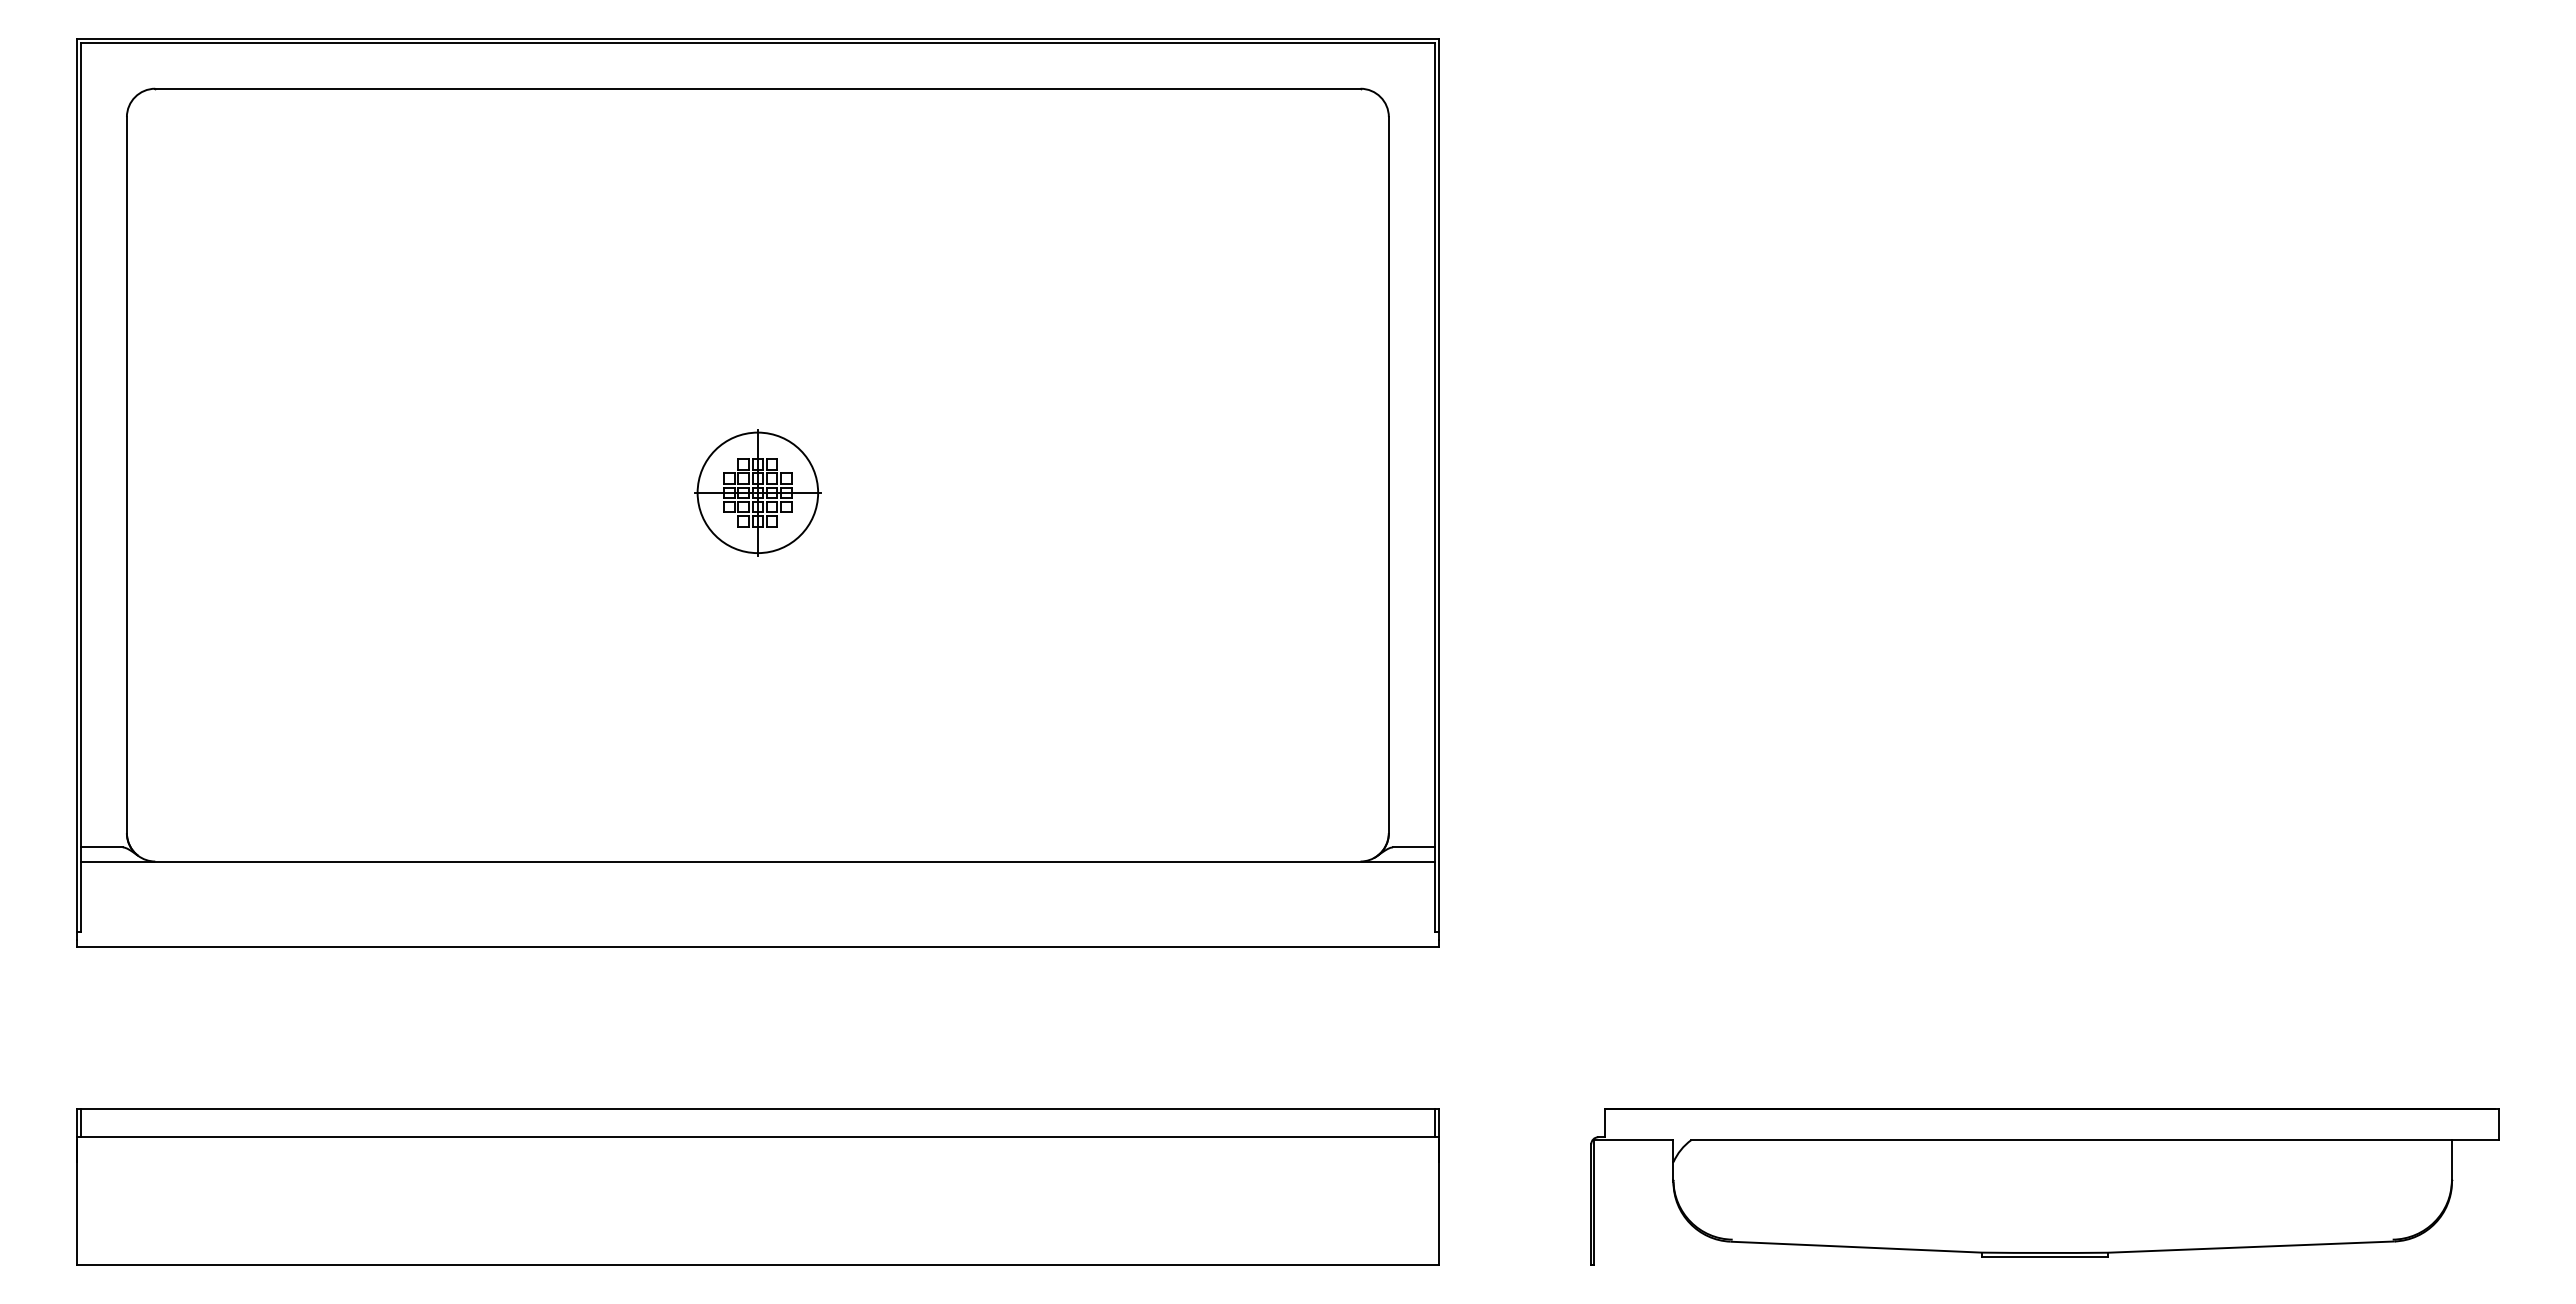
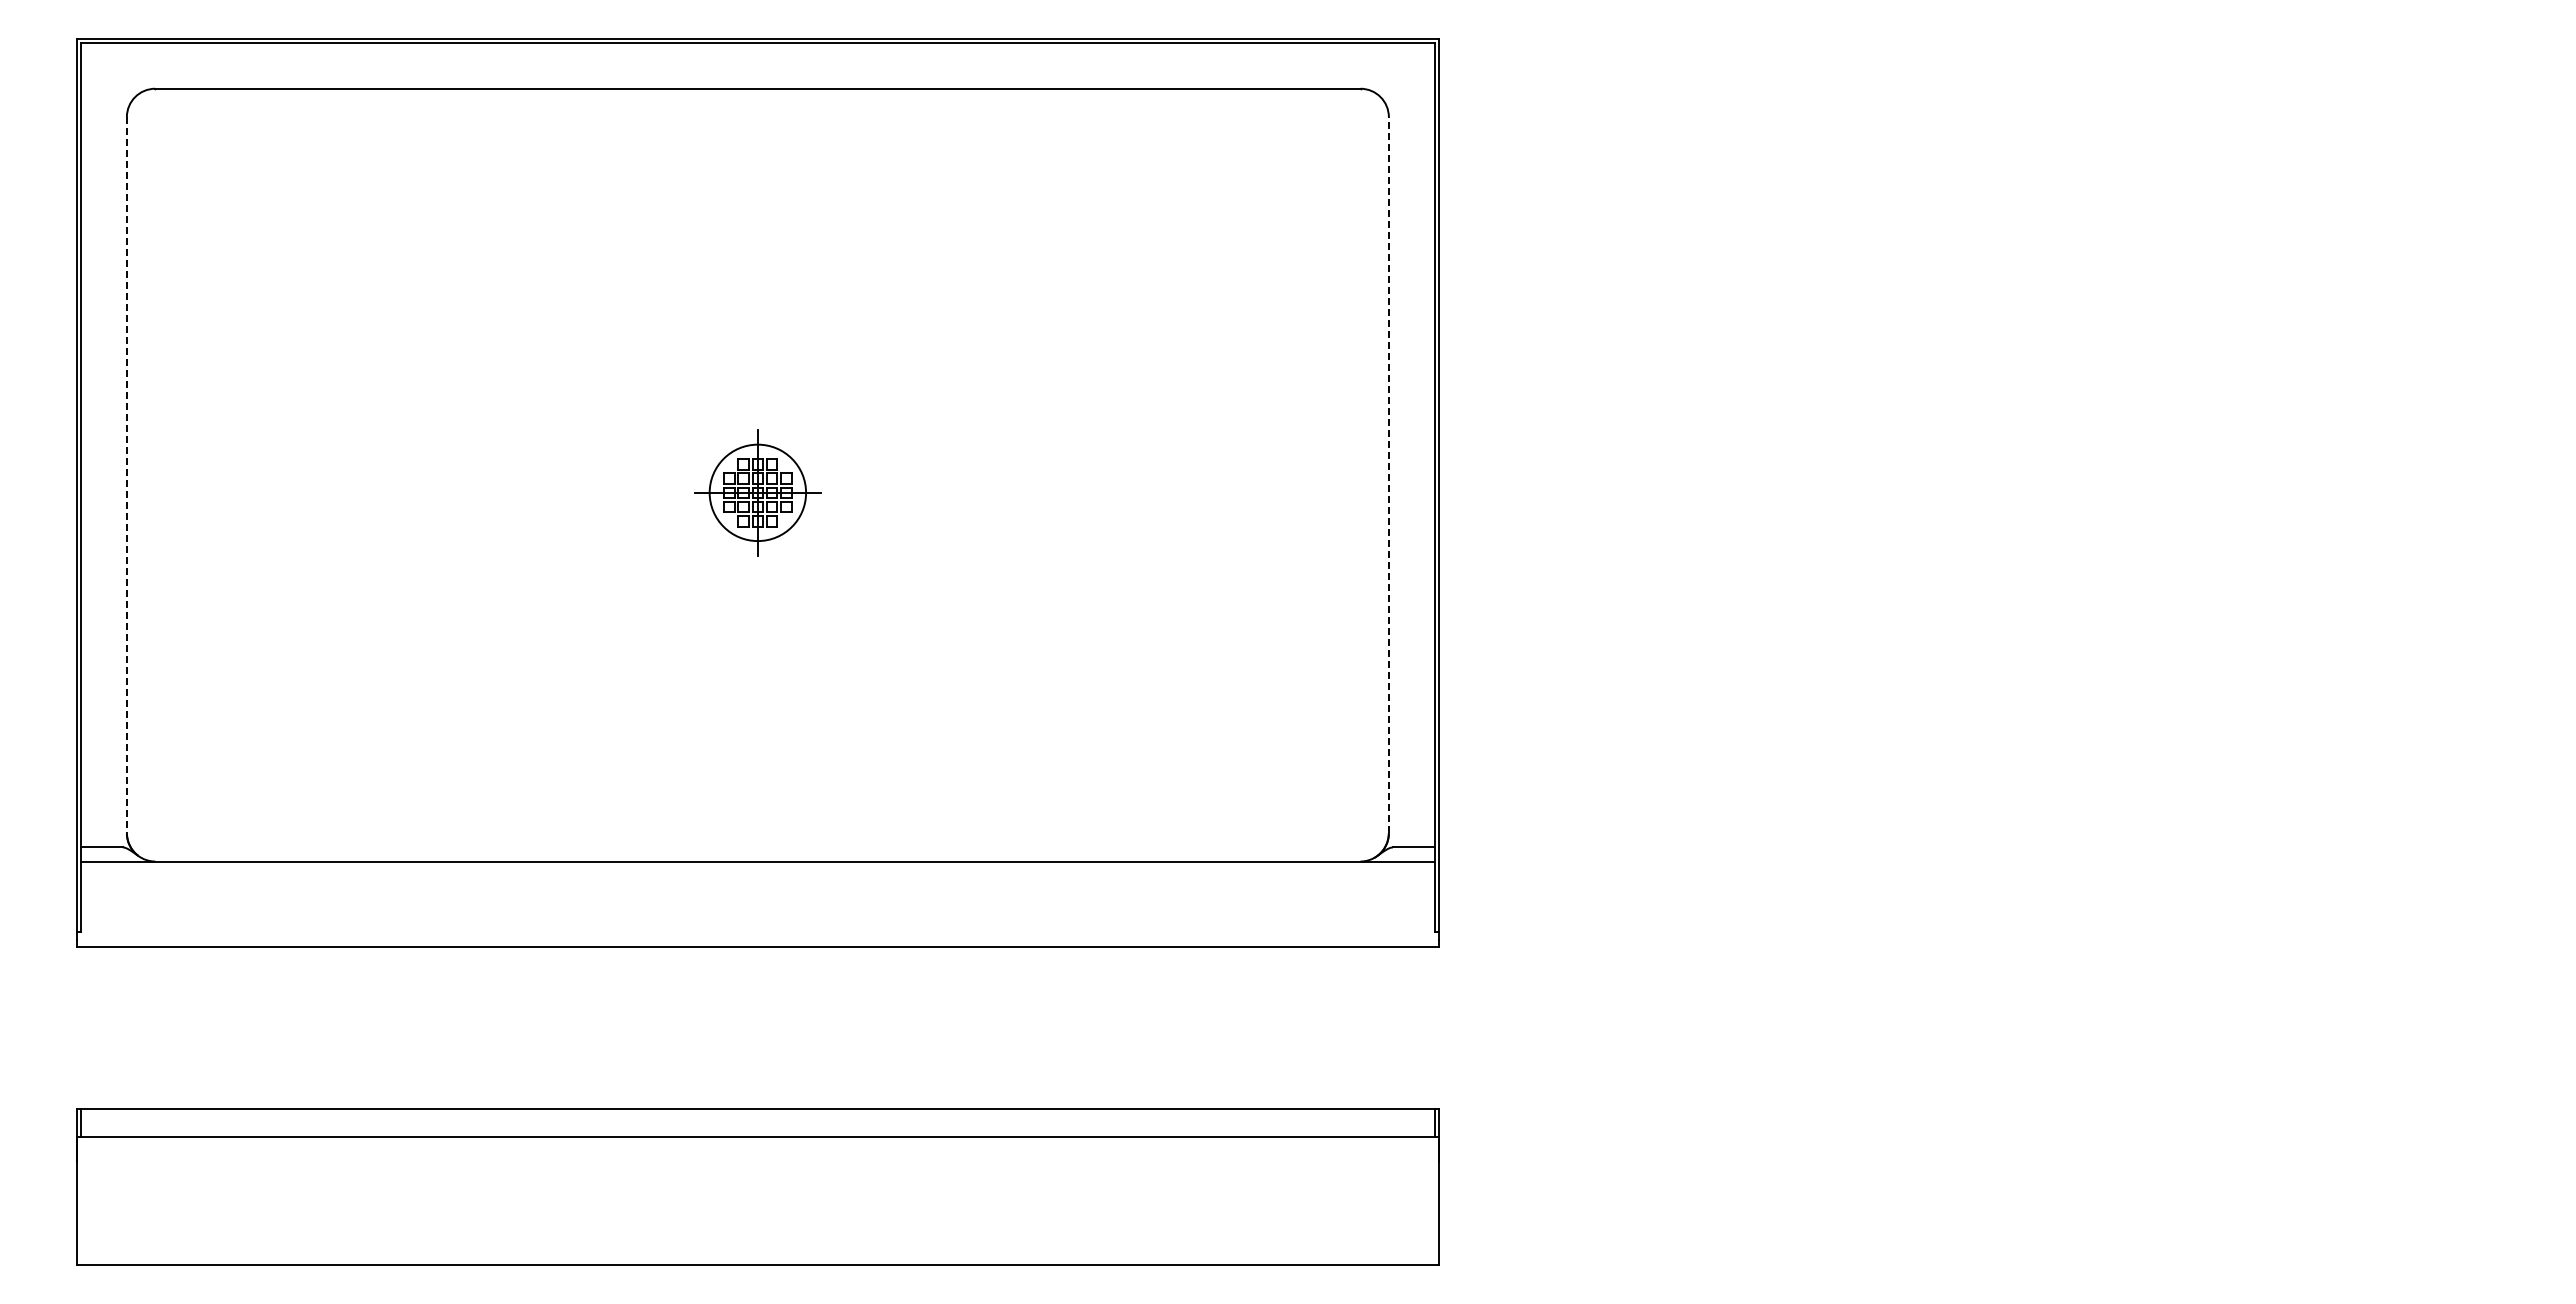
line at (1388, 474): solid -> dashed
line at (126, 475): solid -> dashed
circle at (757, 492) diameter: 121 px -> 96 px
part at (2044, 1186): present -> none
